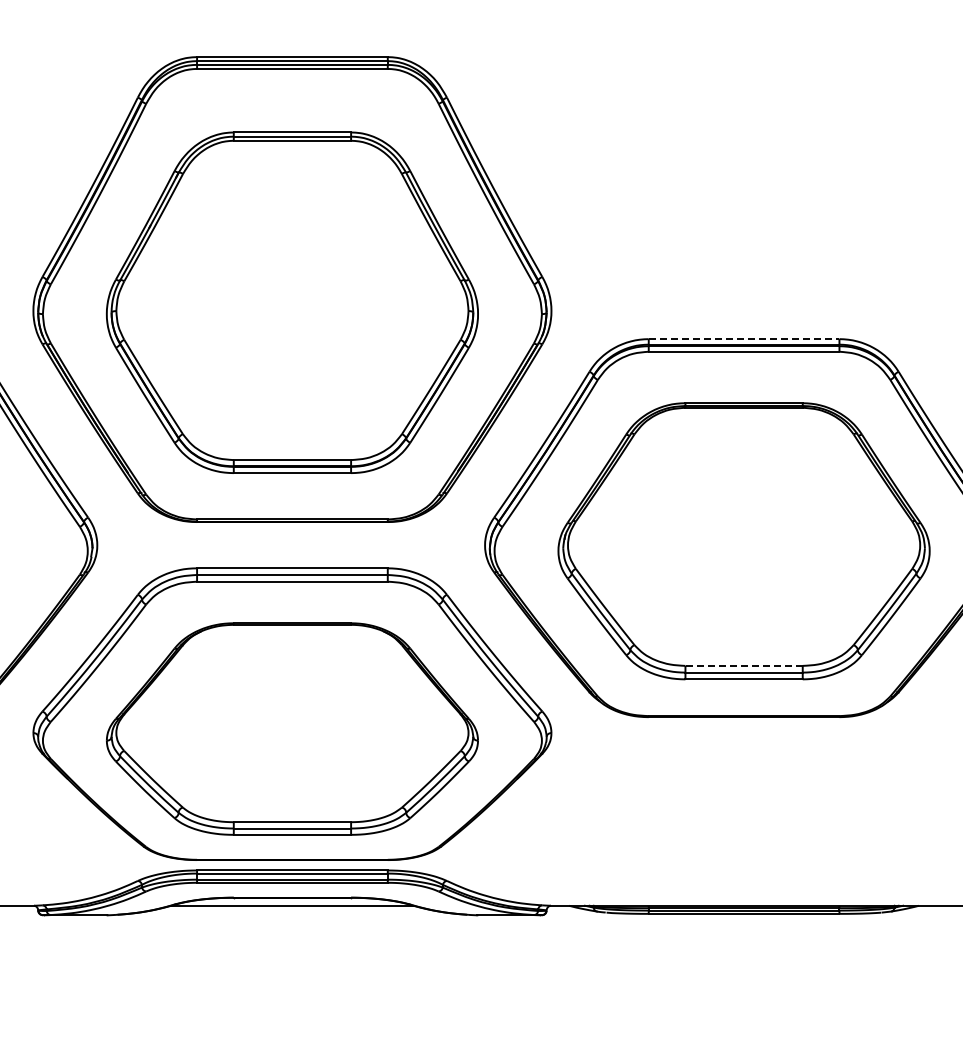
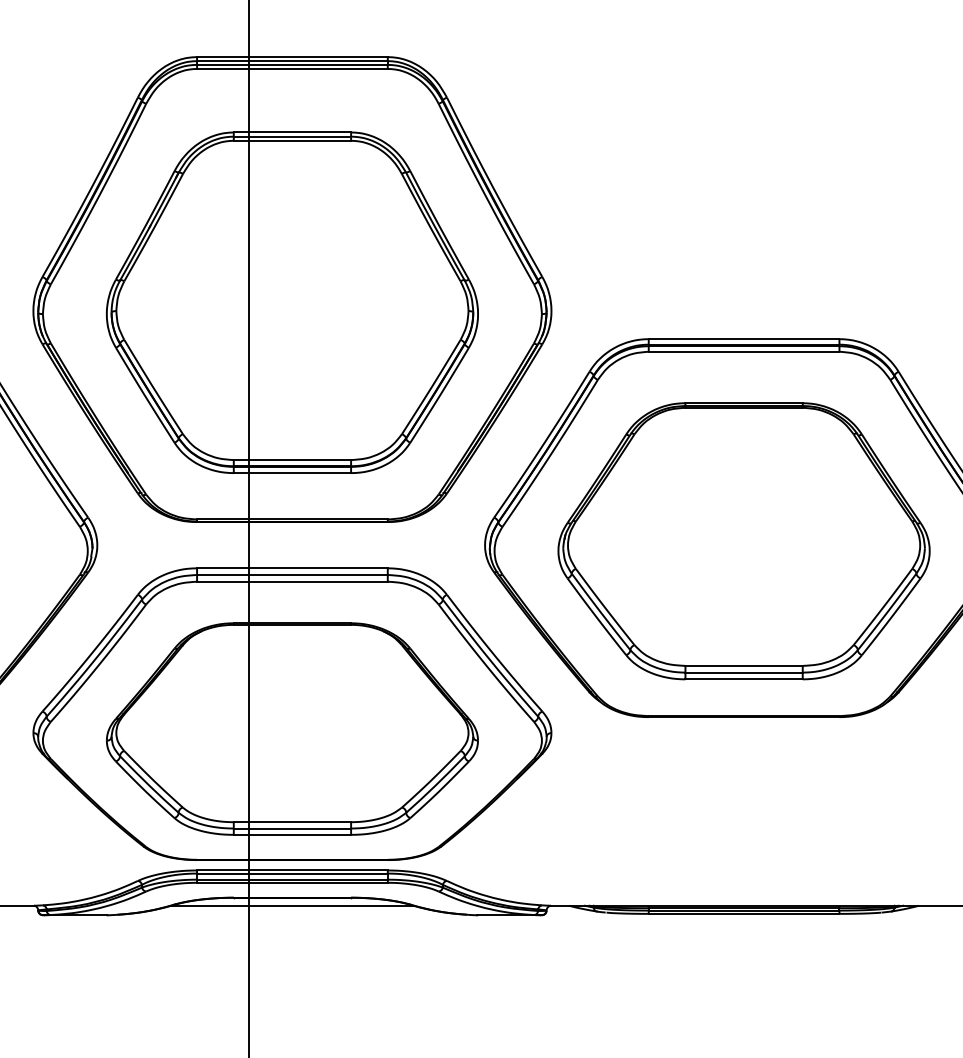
line at (744, 339): dashed -> solid
line at (249, 528): none -> present
line at (744, 665): dashed -> solid
